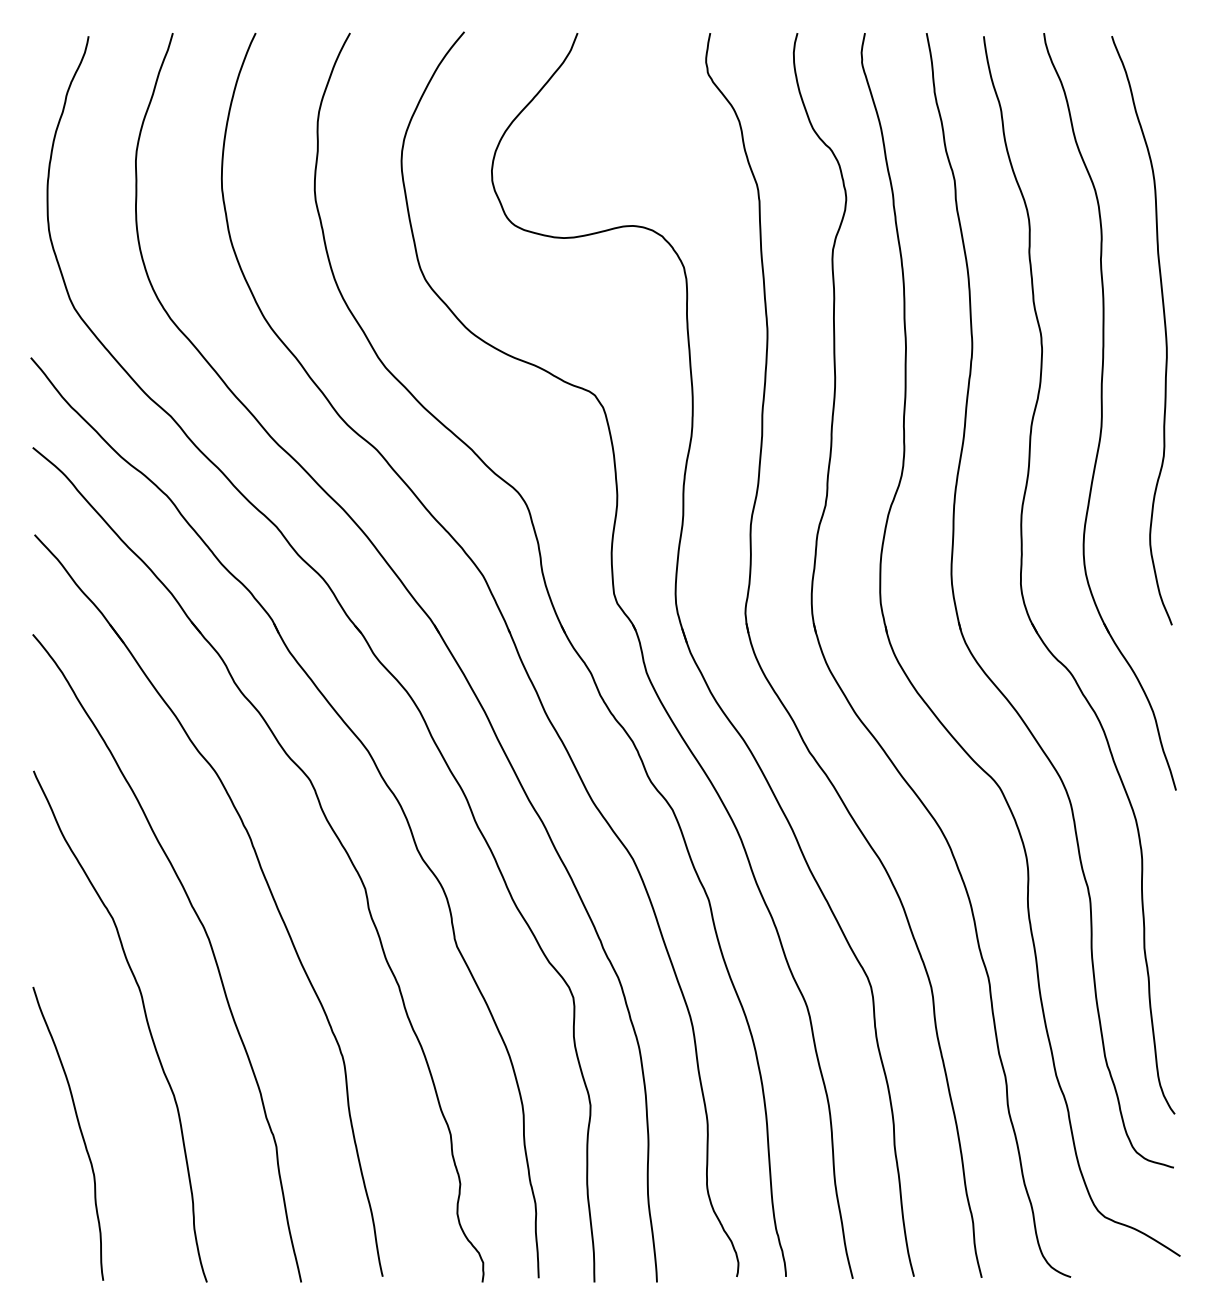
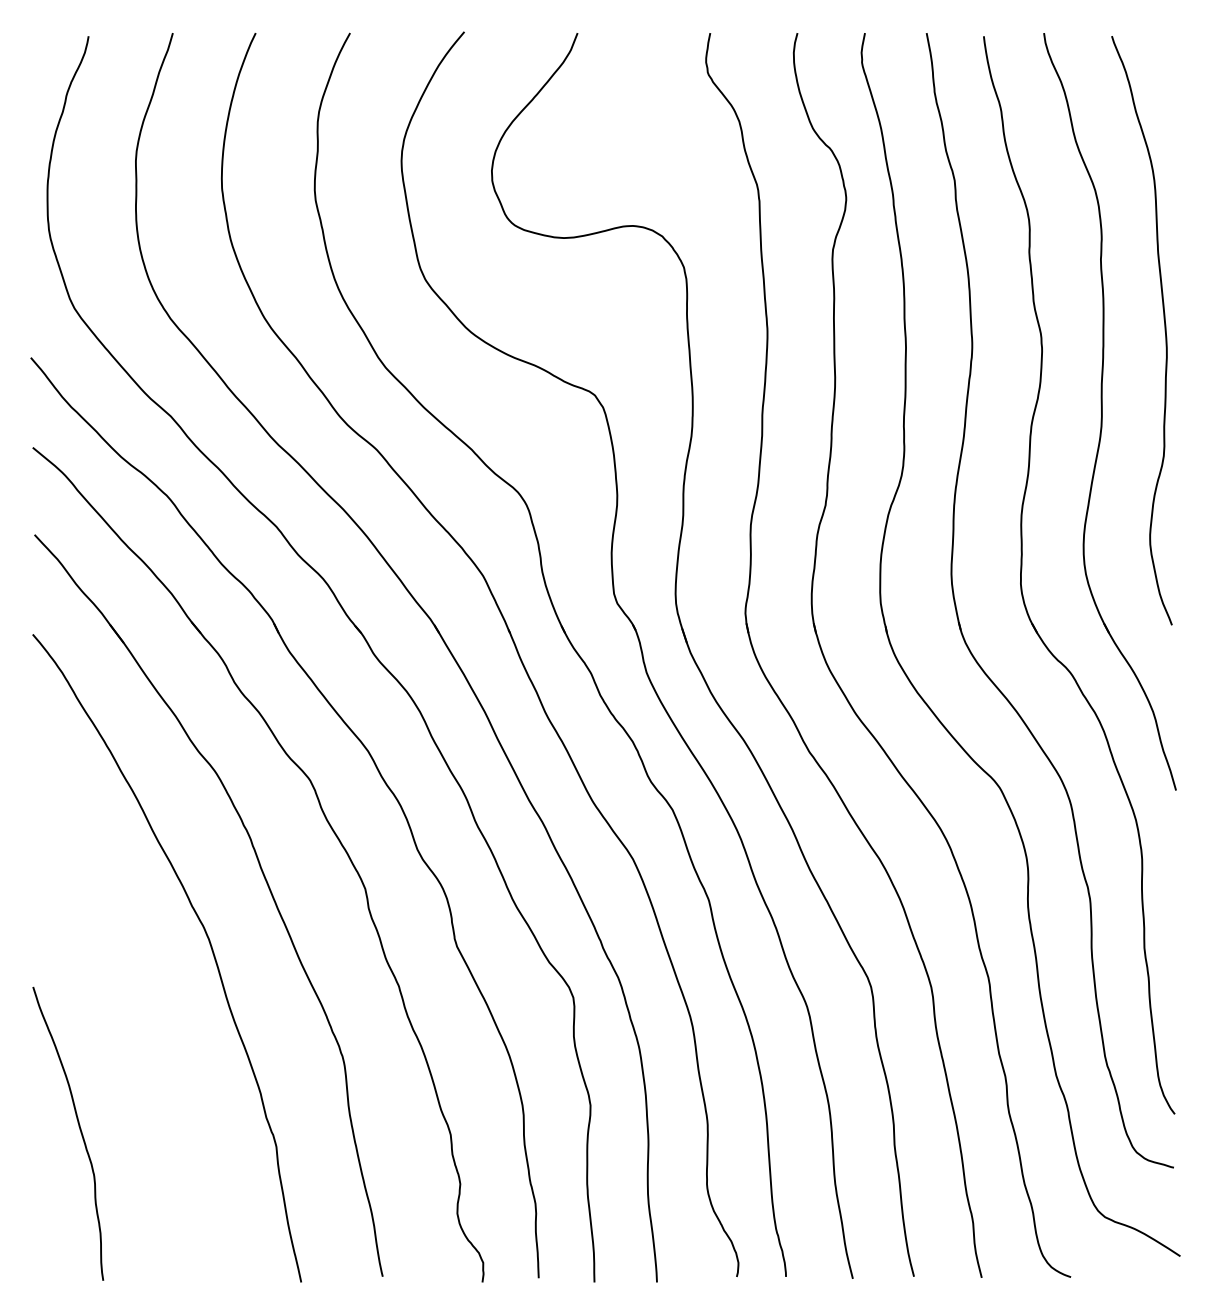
curve at (145, 1019): present -> none
